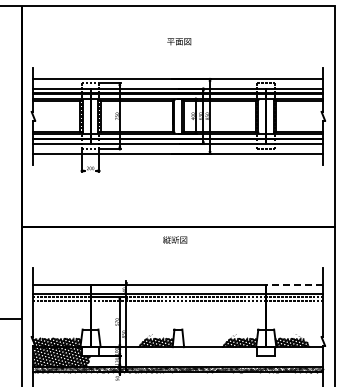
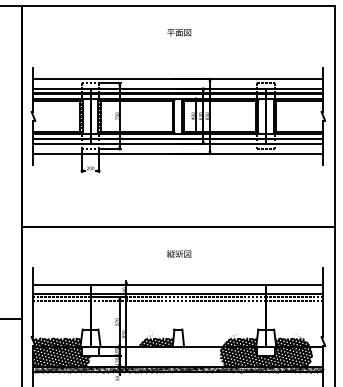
text at (179, 41) position: (179, 41) -> (179, 32)
text at (175, 239) position: (175, 239) -> (179, 253)
line at (294, 284): dashed -> solid
hatch at (266, 357): none -> present
